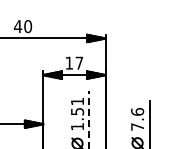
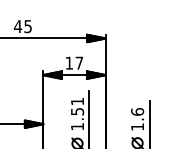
text at (28, 26): 40 -> 45
line at (89, 119): dashed -> solid
text at (137, 126): 7.6 -> 1.6
